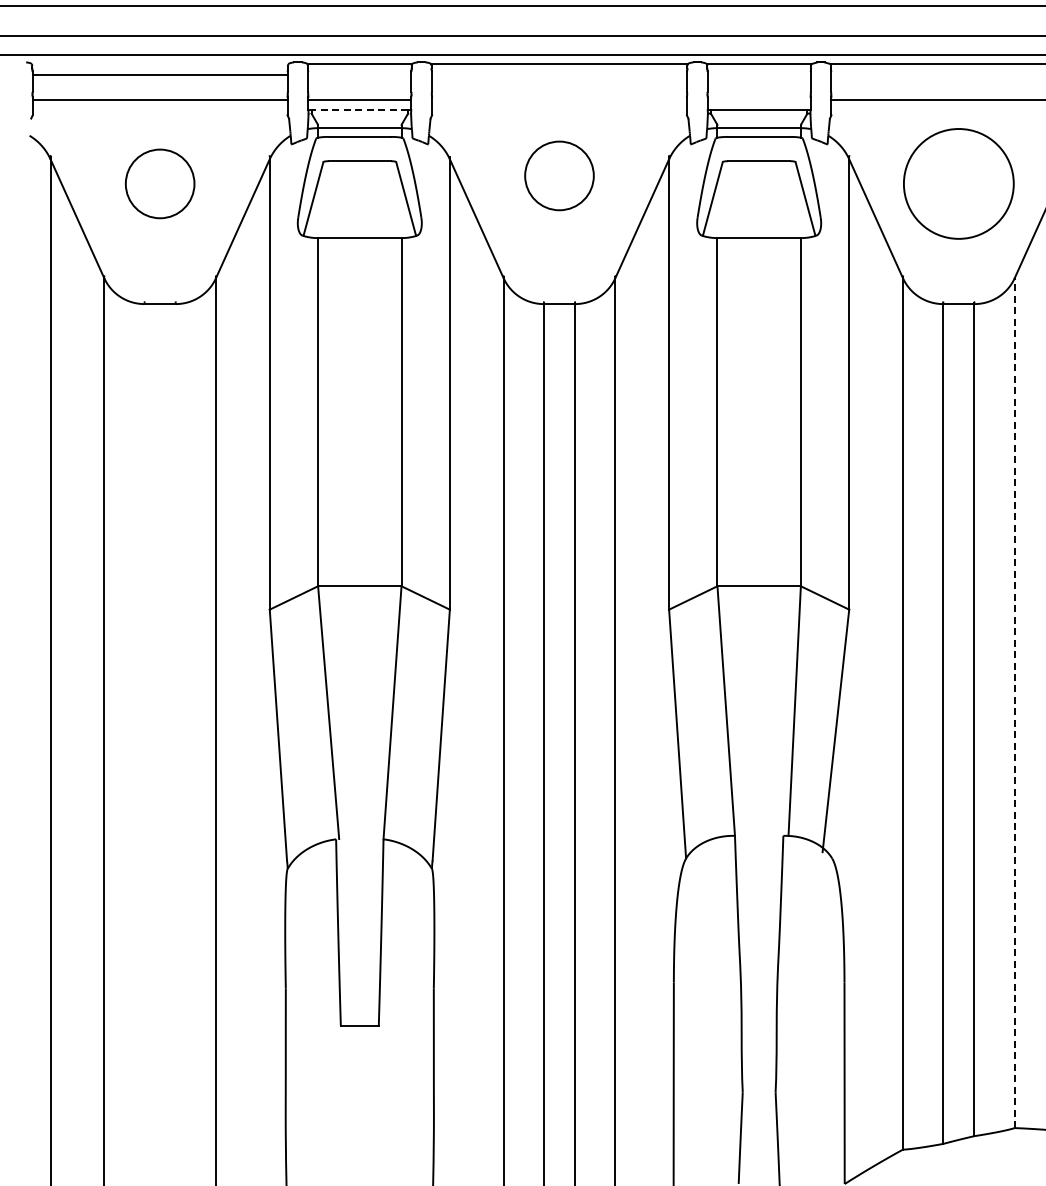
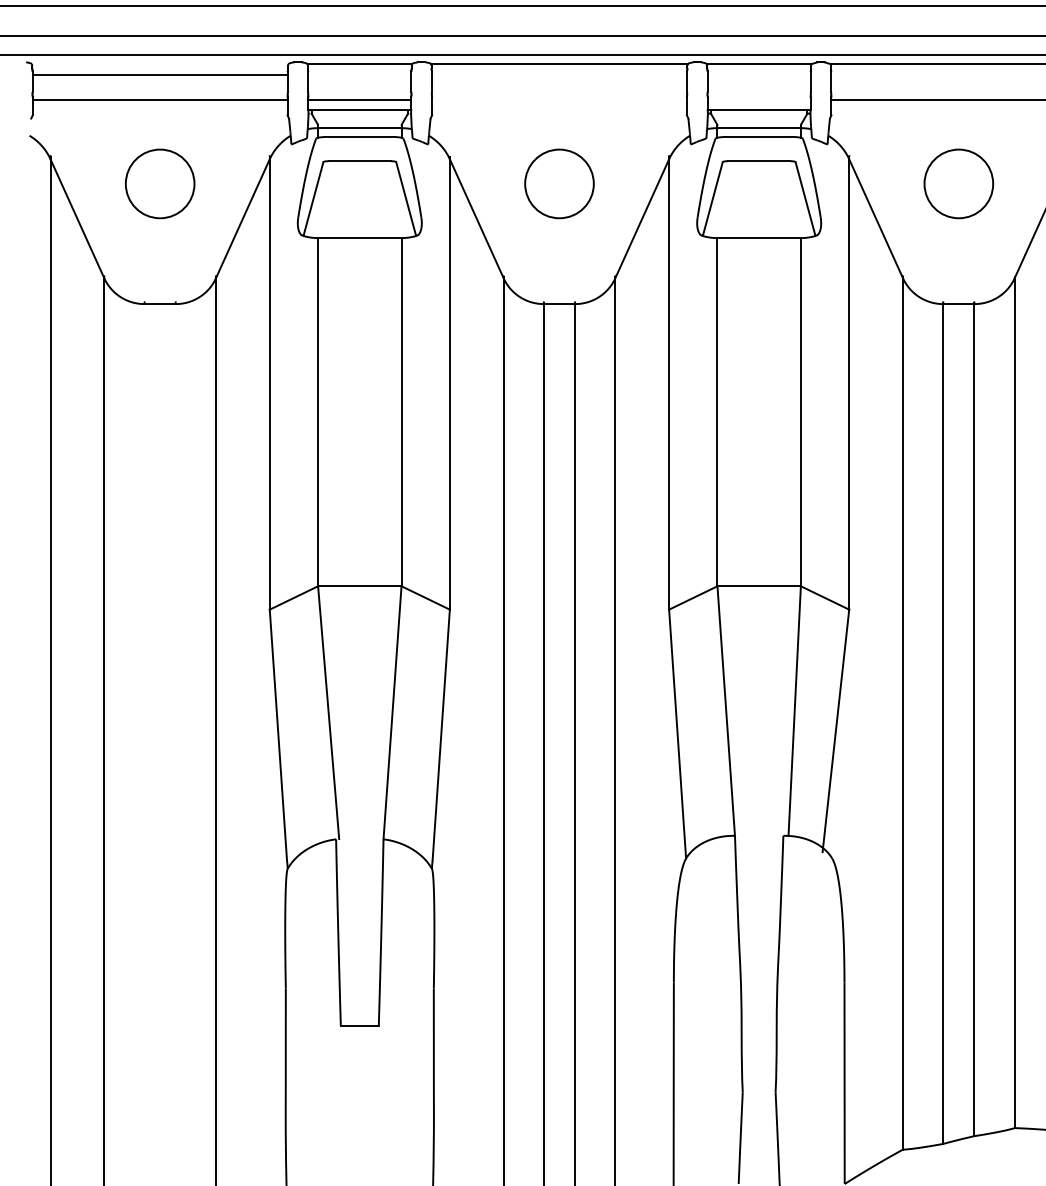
line at (359, 110): dashed -> solid
circle at (559, 175) position: (559, 175) -> (559, 183)
circle at (958, 183) diameter: 110 px -> 69 px
line at (1014, 702): dashed -> solid
